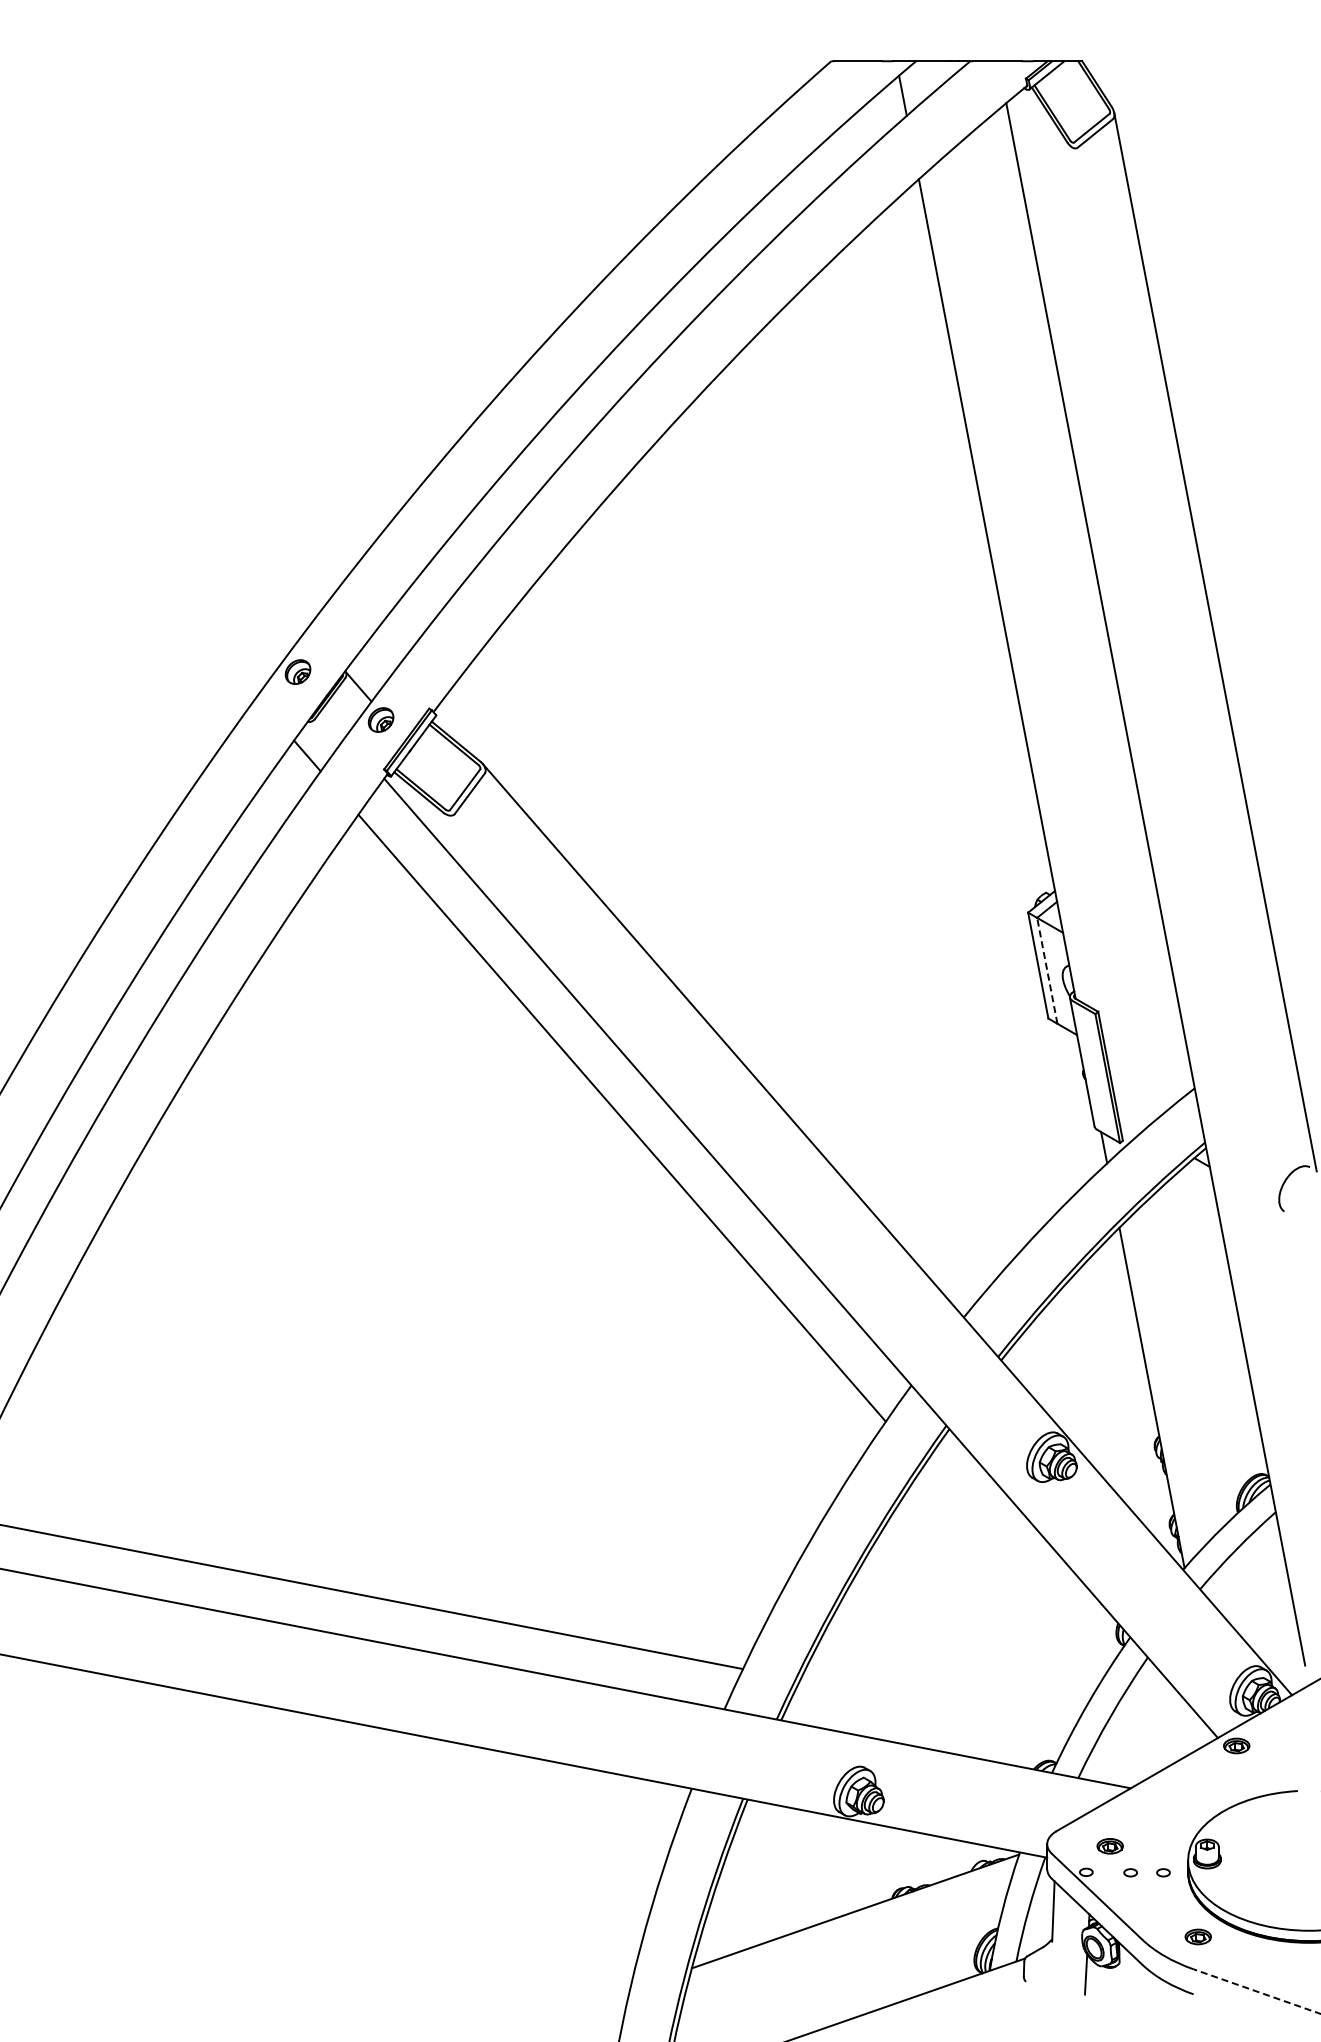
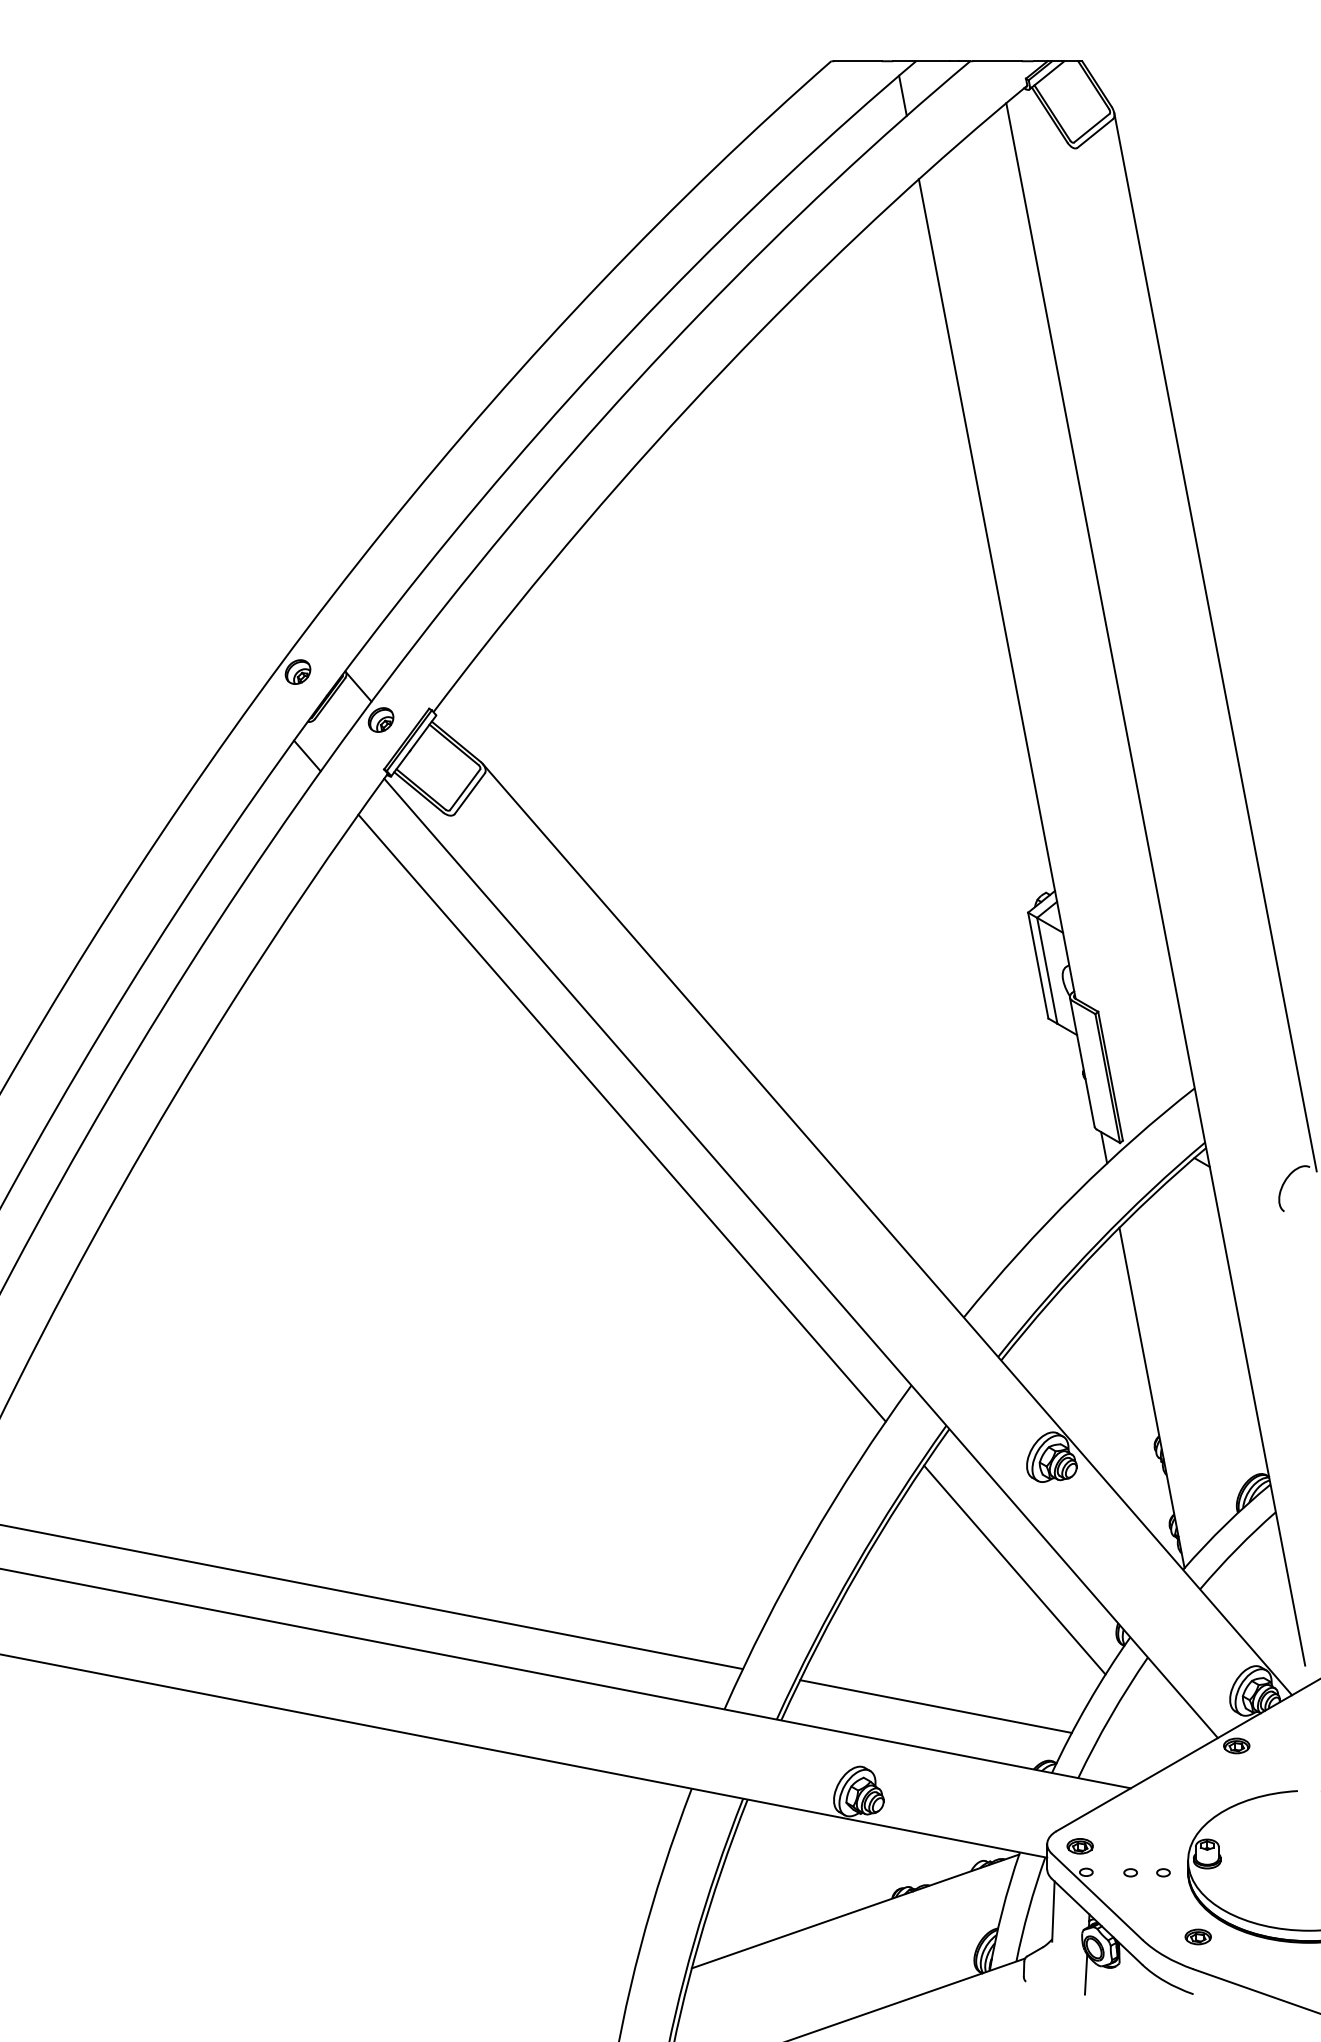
line at (1047, 970): dashed -> solid
line at (1014, 1569): none -> present
line at (935, 1706): none -> present
part at (1109, 1846) position: (1109, 1846) -> (1079, 1846)
line at (1256, 1991): dashed -> solid
